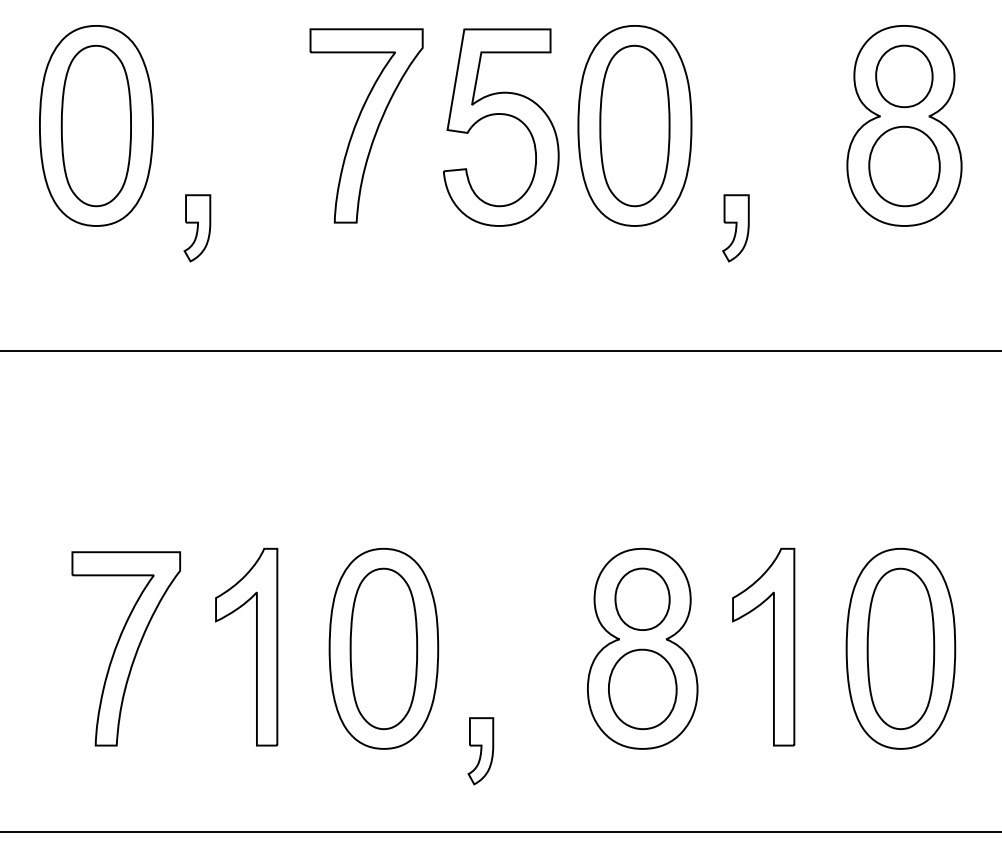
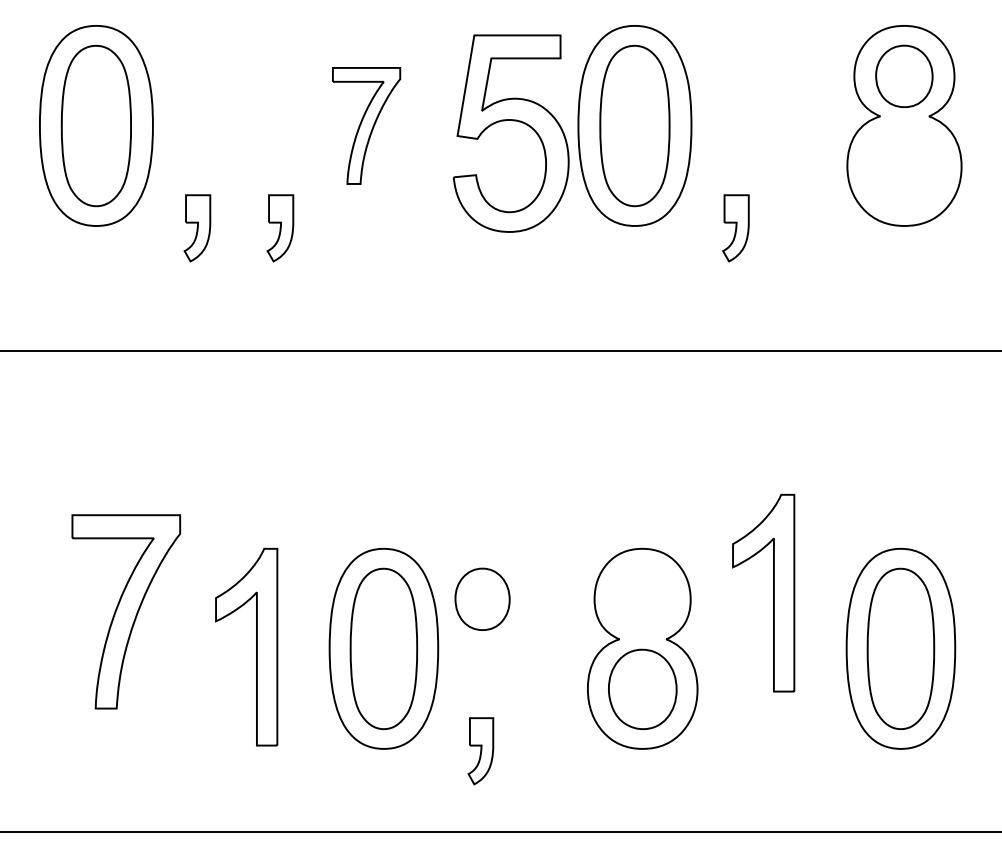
part at (503, 115) position: (503, 115) -> (513, 121)
part at (366, 125) size: 115x196 px -> 70x118 px
part at (904, 166): present -> none
part at (280, 228): none -> present
part at (642, 598) position: (642, 598) -> (482, 598)
part at (773, 646) position: (773, 646) -> (773, 592)
part at (126, 648) position: (126, 648) -> (126, 611)
